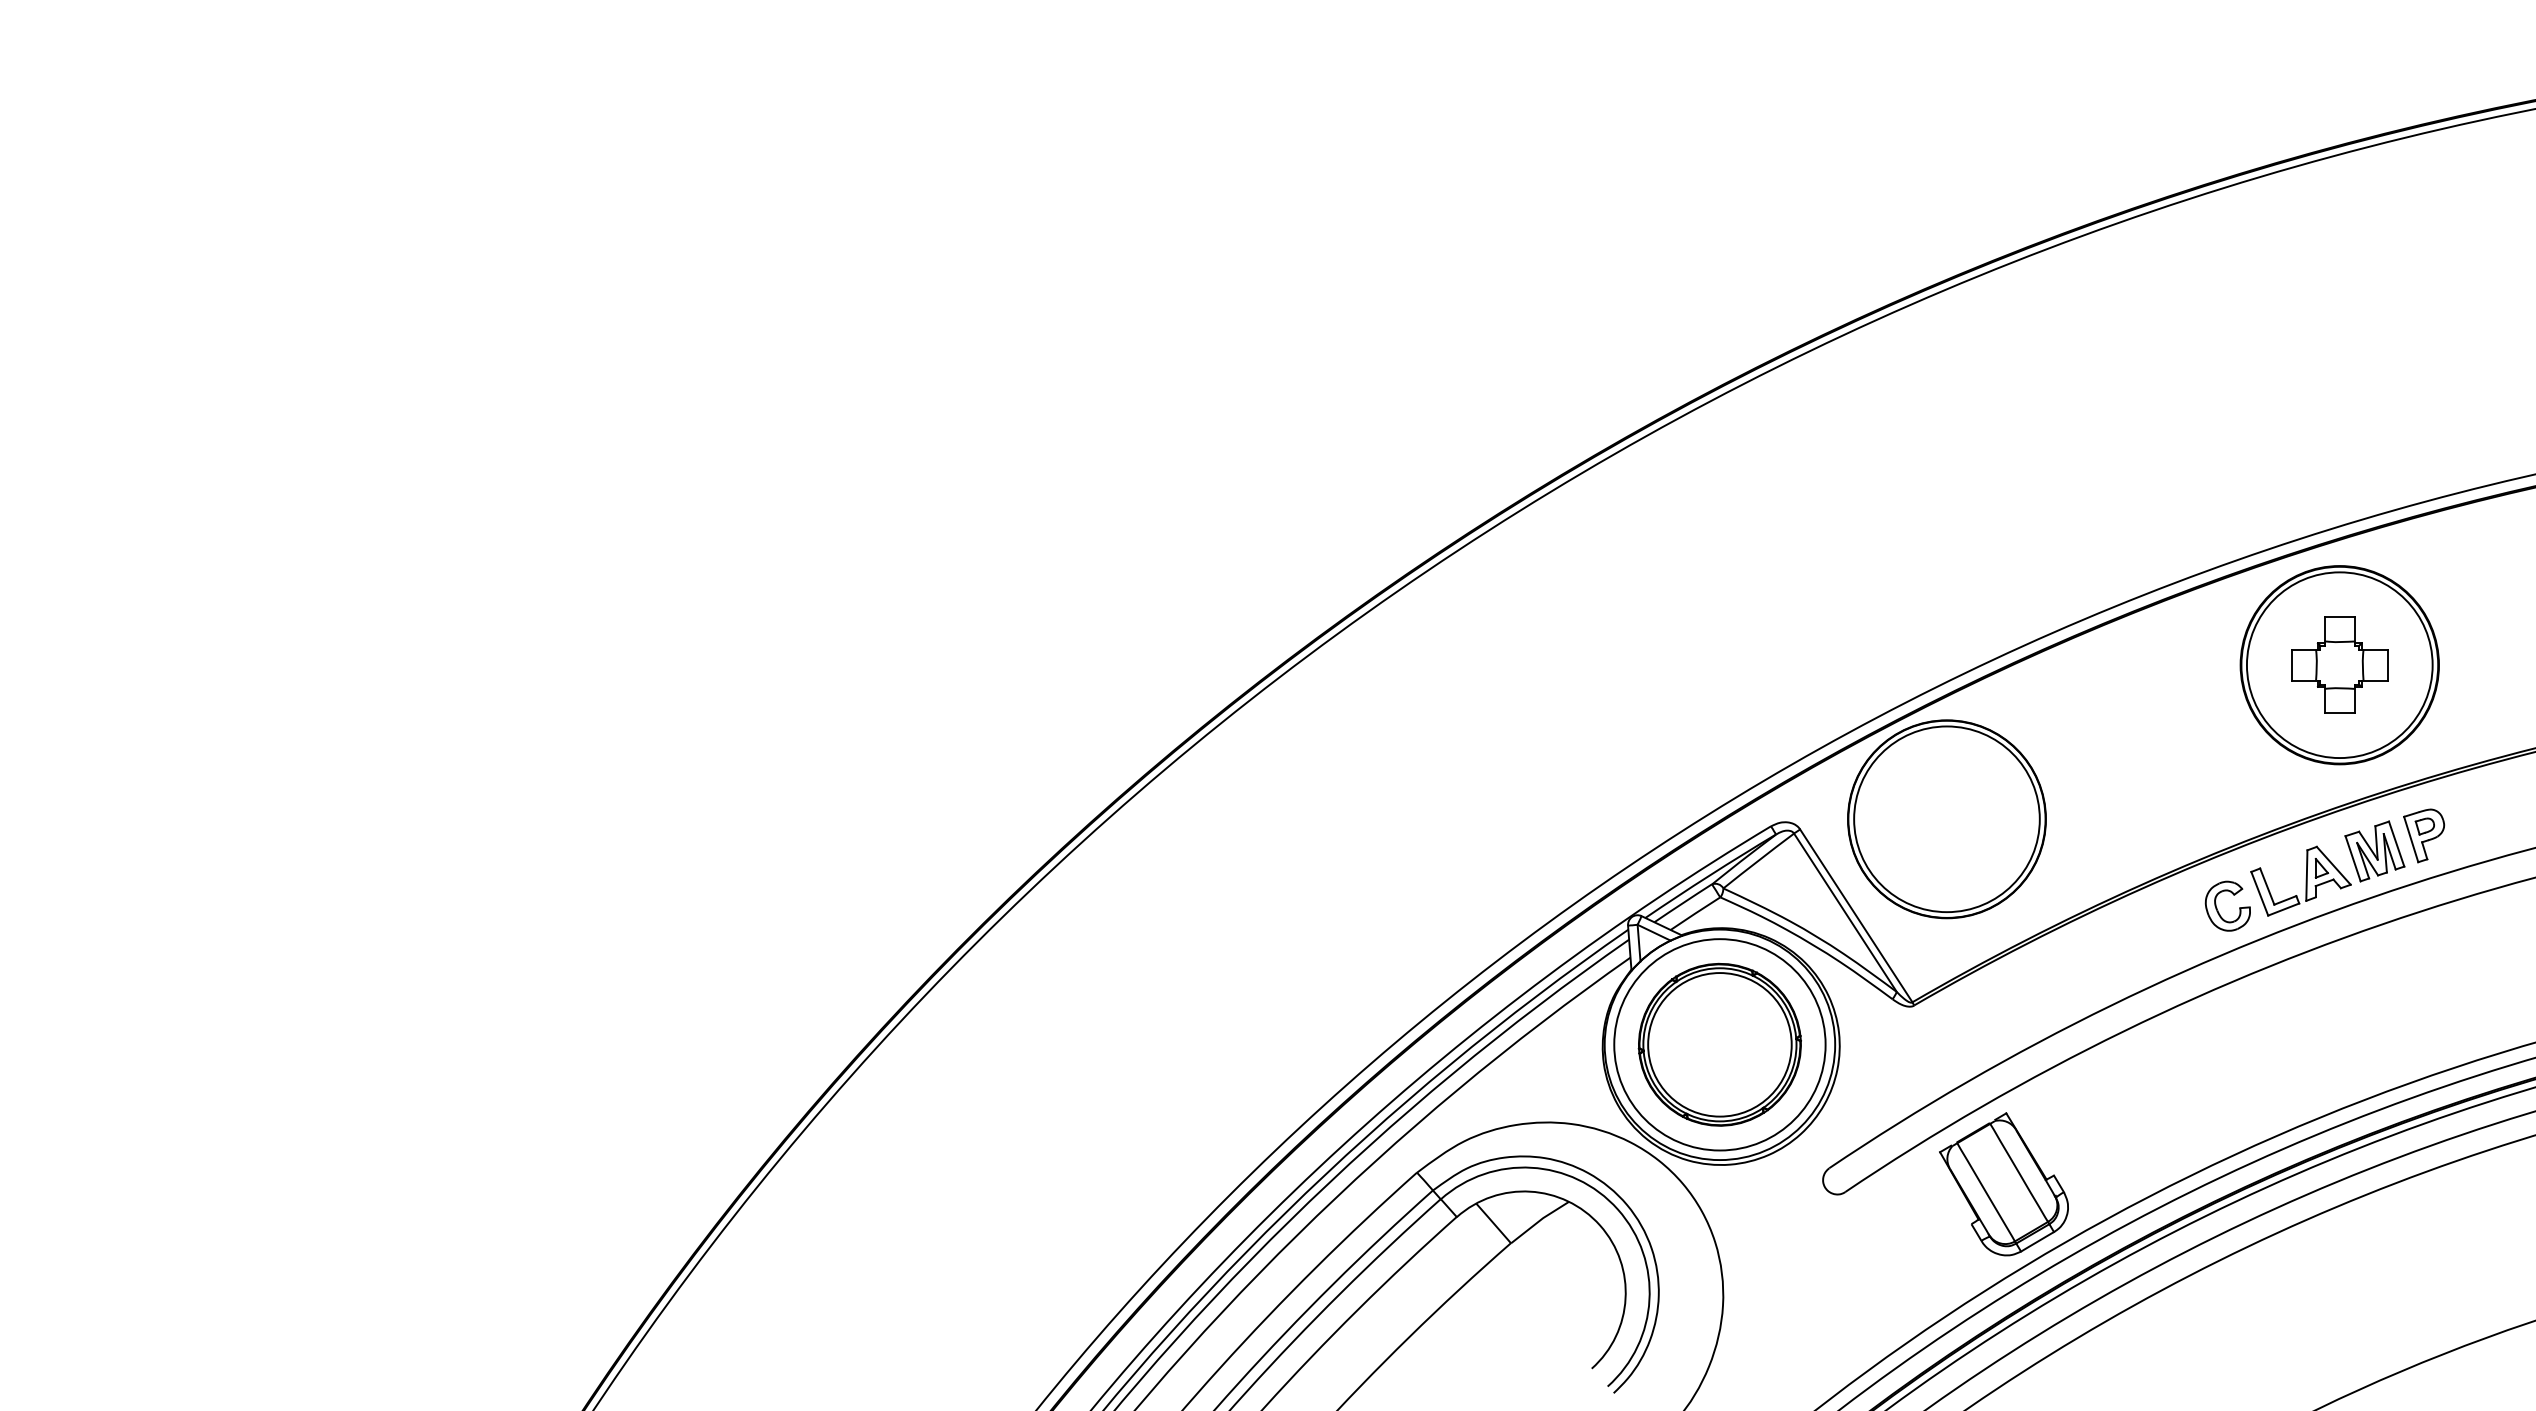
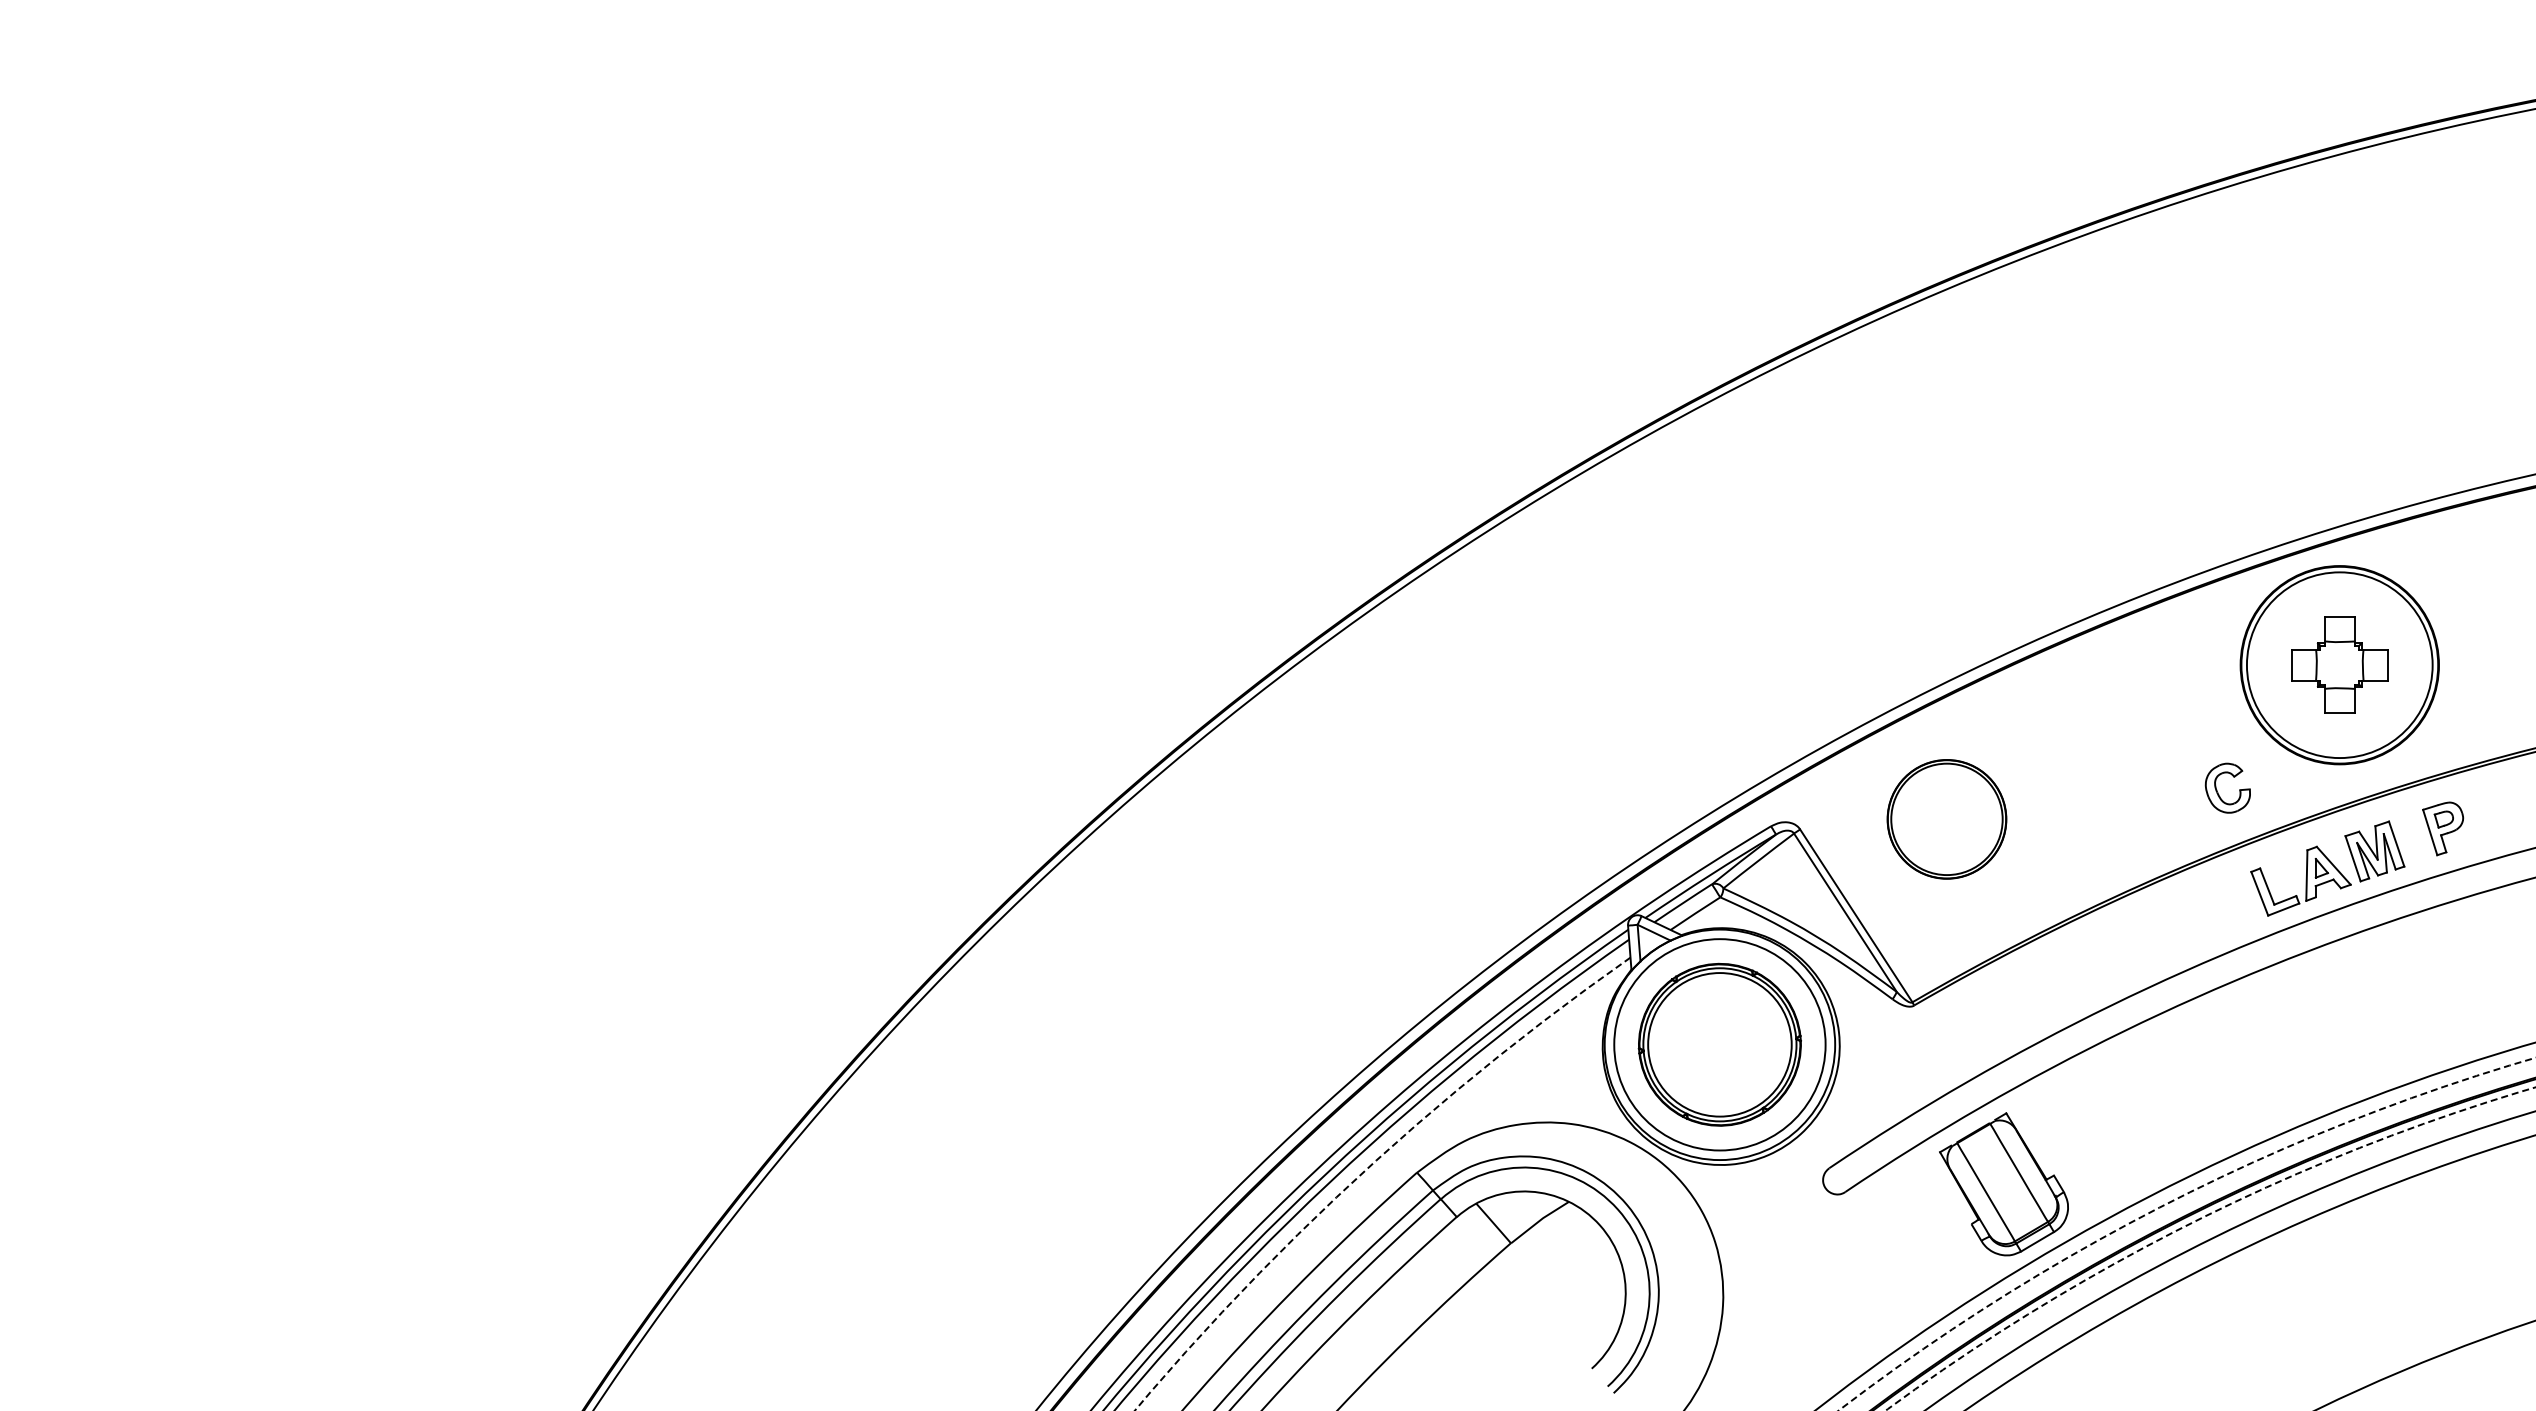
part at (1946, 819) size: 200x201 px -> 122x121 px
part at (2424, 835) position: (2424, 835) -> (2443, 828)
part at (2217, 907) position: (2217, 907) -> (2217, 789)
arc at (1371, 1165): solid -> dashed
arc at (2169, 1202): solid -> dashed
arc at (2196, 1220): solid -> dashed
